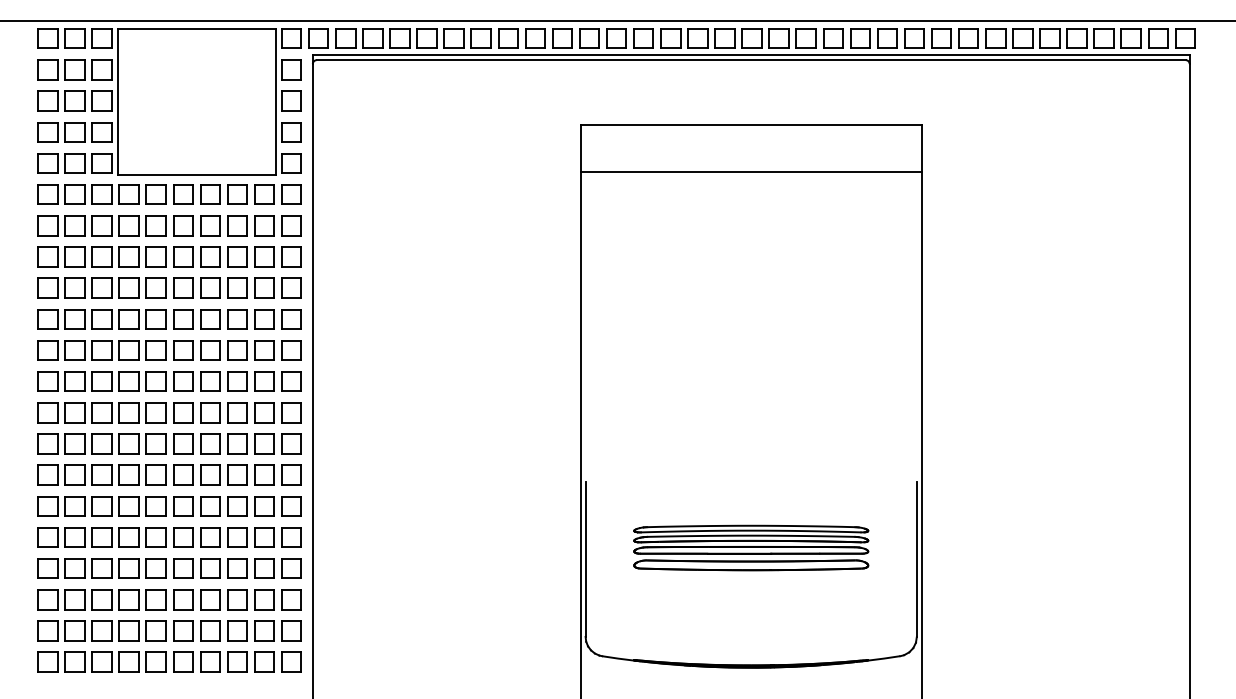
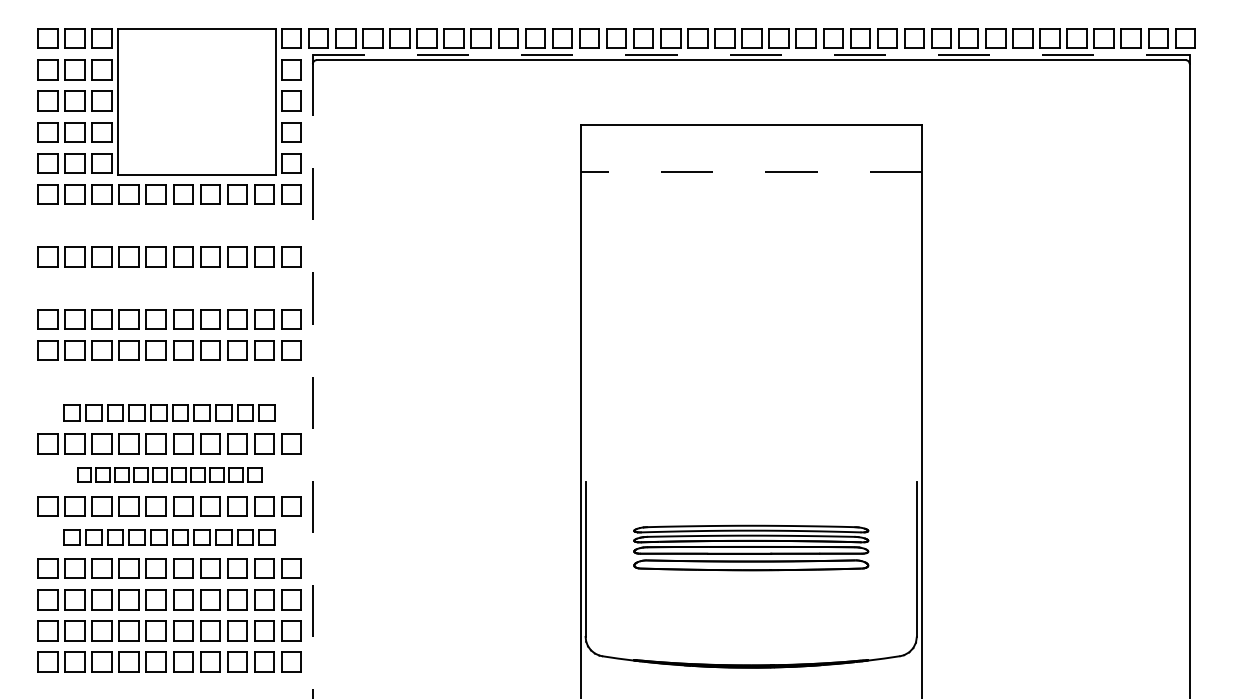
line at (617, 21): present -> none
line at (751, 55): solid -> dashed
line at (750, 172): solid -> dashed
part at (169, 225): present -> none
part at (169, 287): present -> none
part at (169, 381): present -> none
line at (312, 381): solid -> dashed
part at (169, 412) size: 265x22 px -> 213x18 px
part at (169, 474) size: 265x22 px -> 186x16 px
part at (169, 537) size: 265x21 px -> 213x17 px
